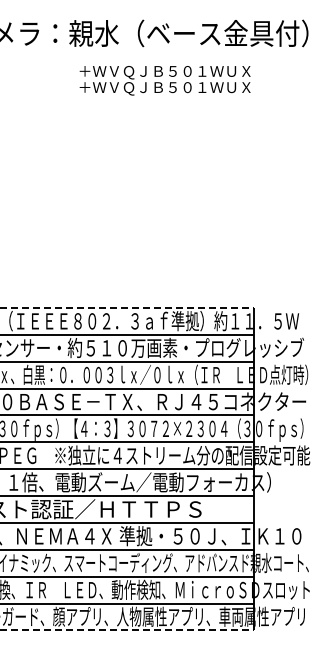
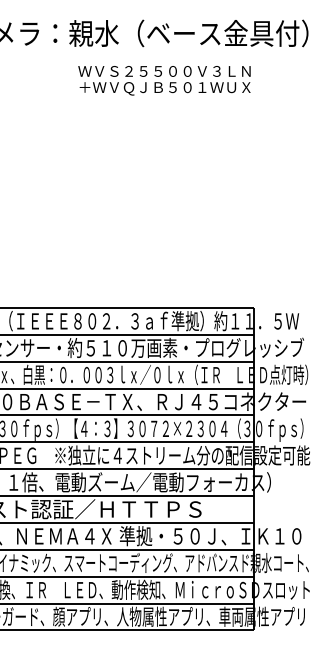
text at (164, 72): ＋ＷＶＱＪＢ５０１ＷＵＸ -> ＷＶＳ２５５００Ｖ３ＬＮ
line at (127, 307): dashed -> solid
line at (127, 630): dashed -> solid
